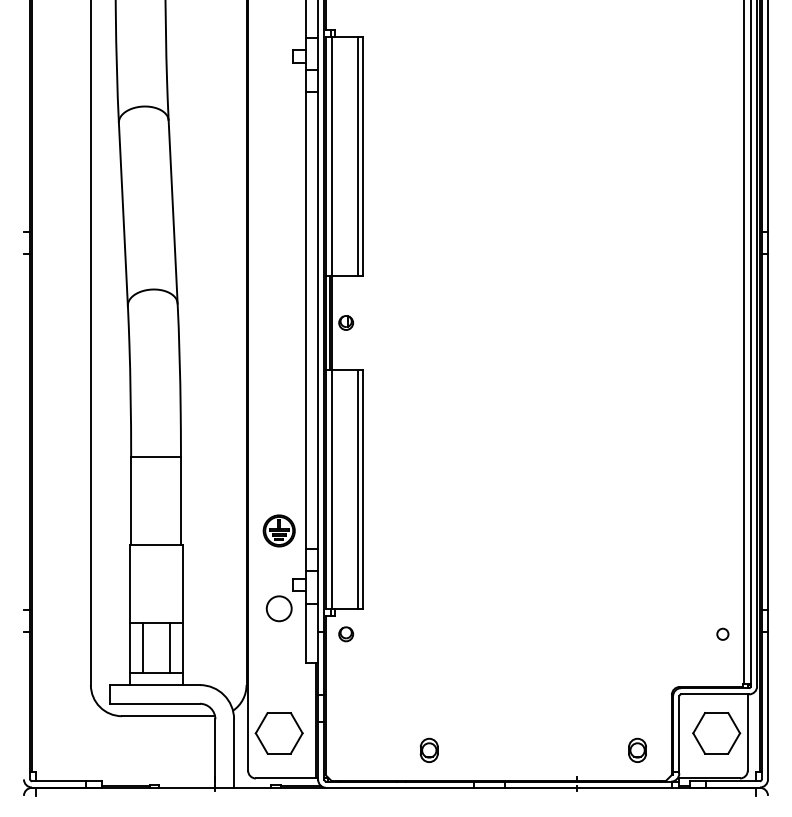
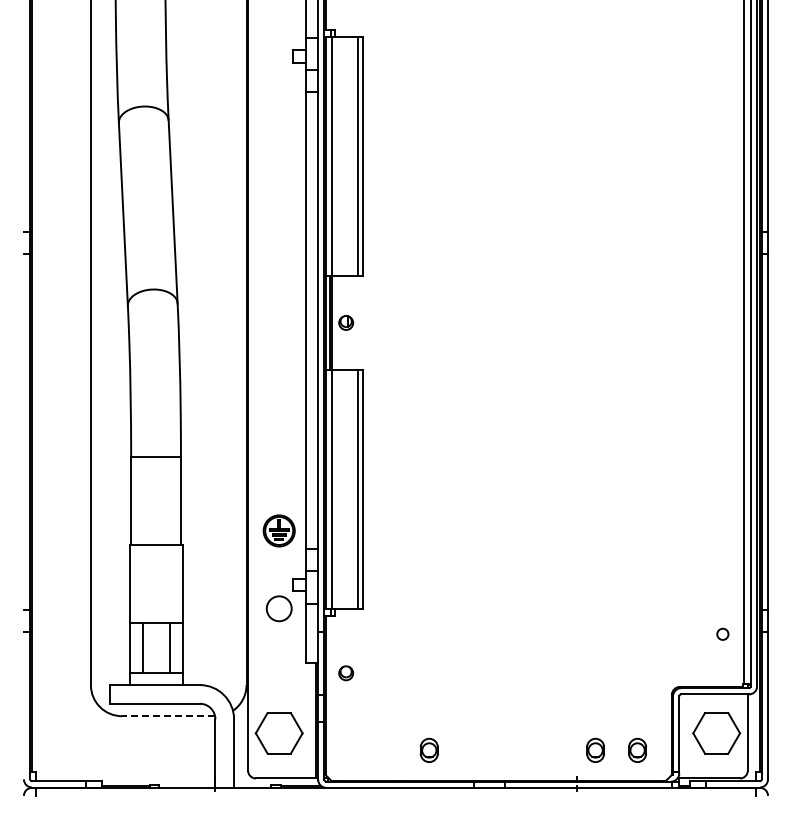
part at (346, 634) position: (346, 634) -> (346, 673)
line at (168, 716): solid -> dashed
part at (595, 749): none -> present
